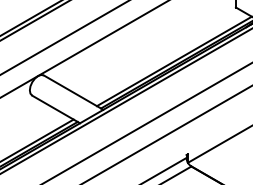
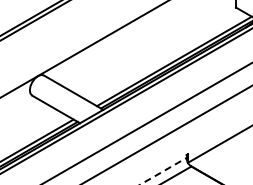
line at (63, 37): present -> none
line at (163, 171): solid -> dashed
